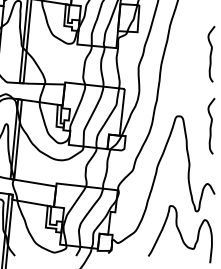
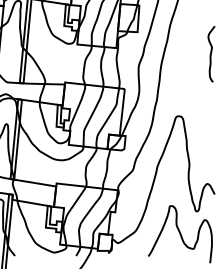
curve at (211, 125): present -> none
